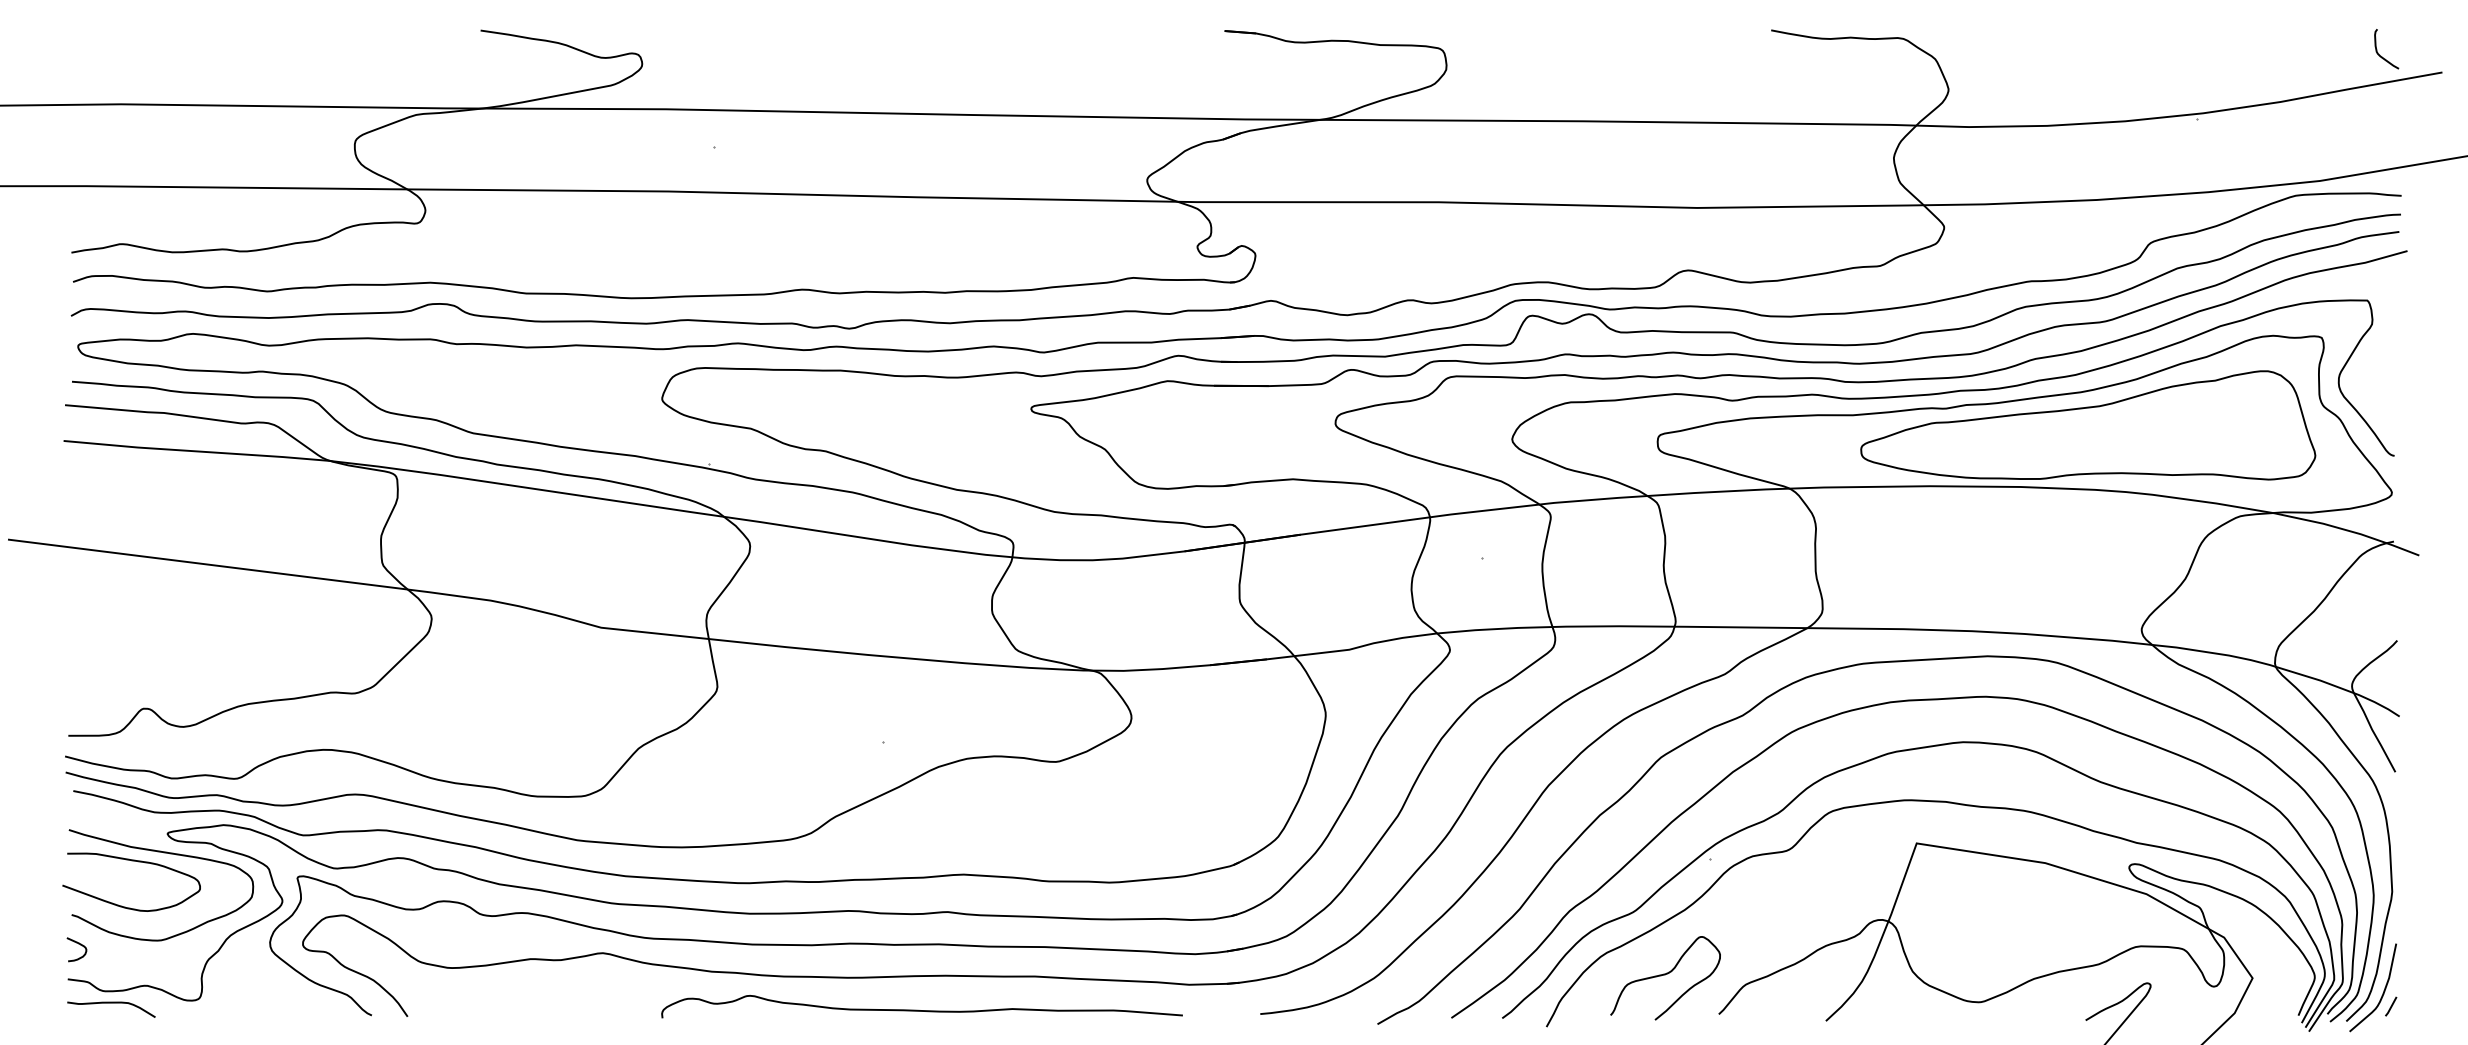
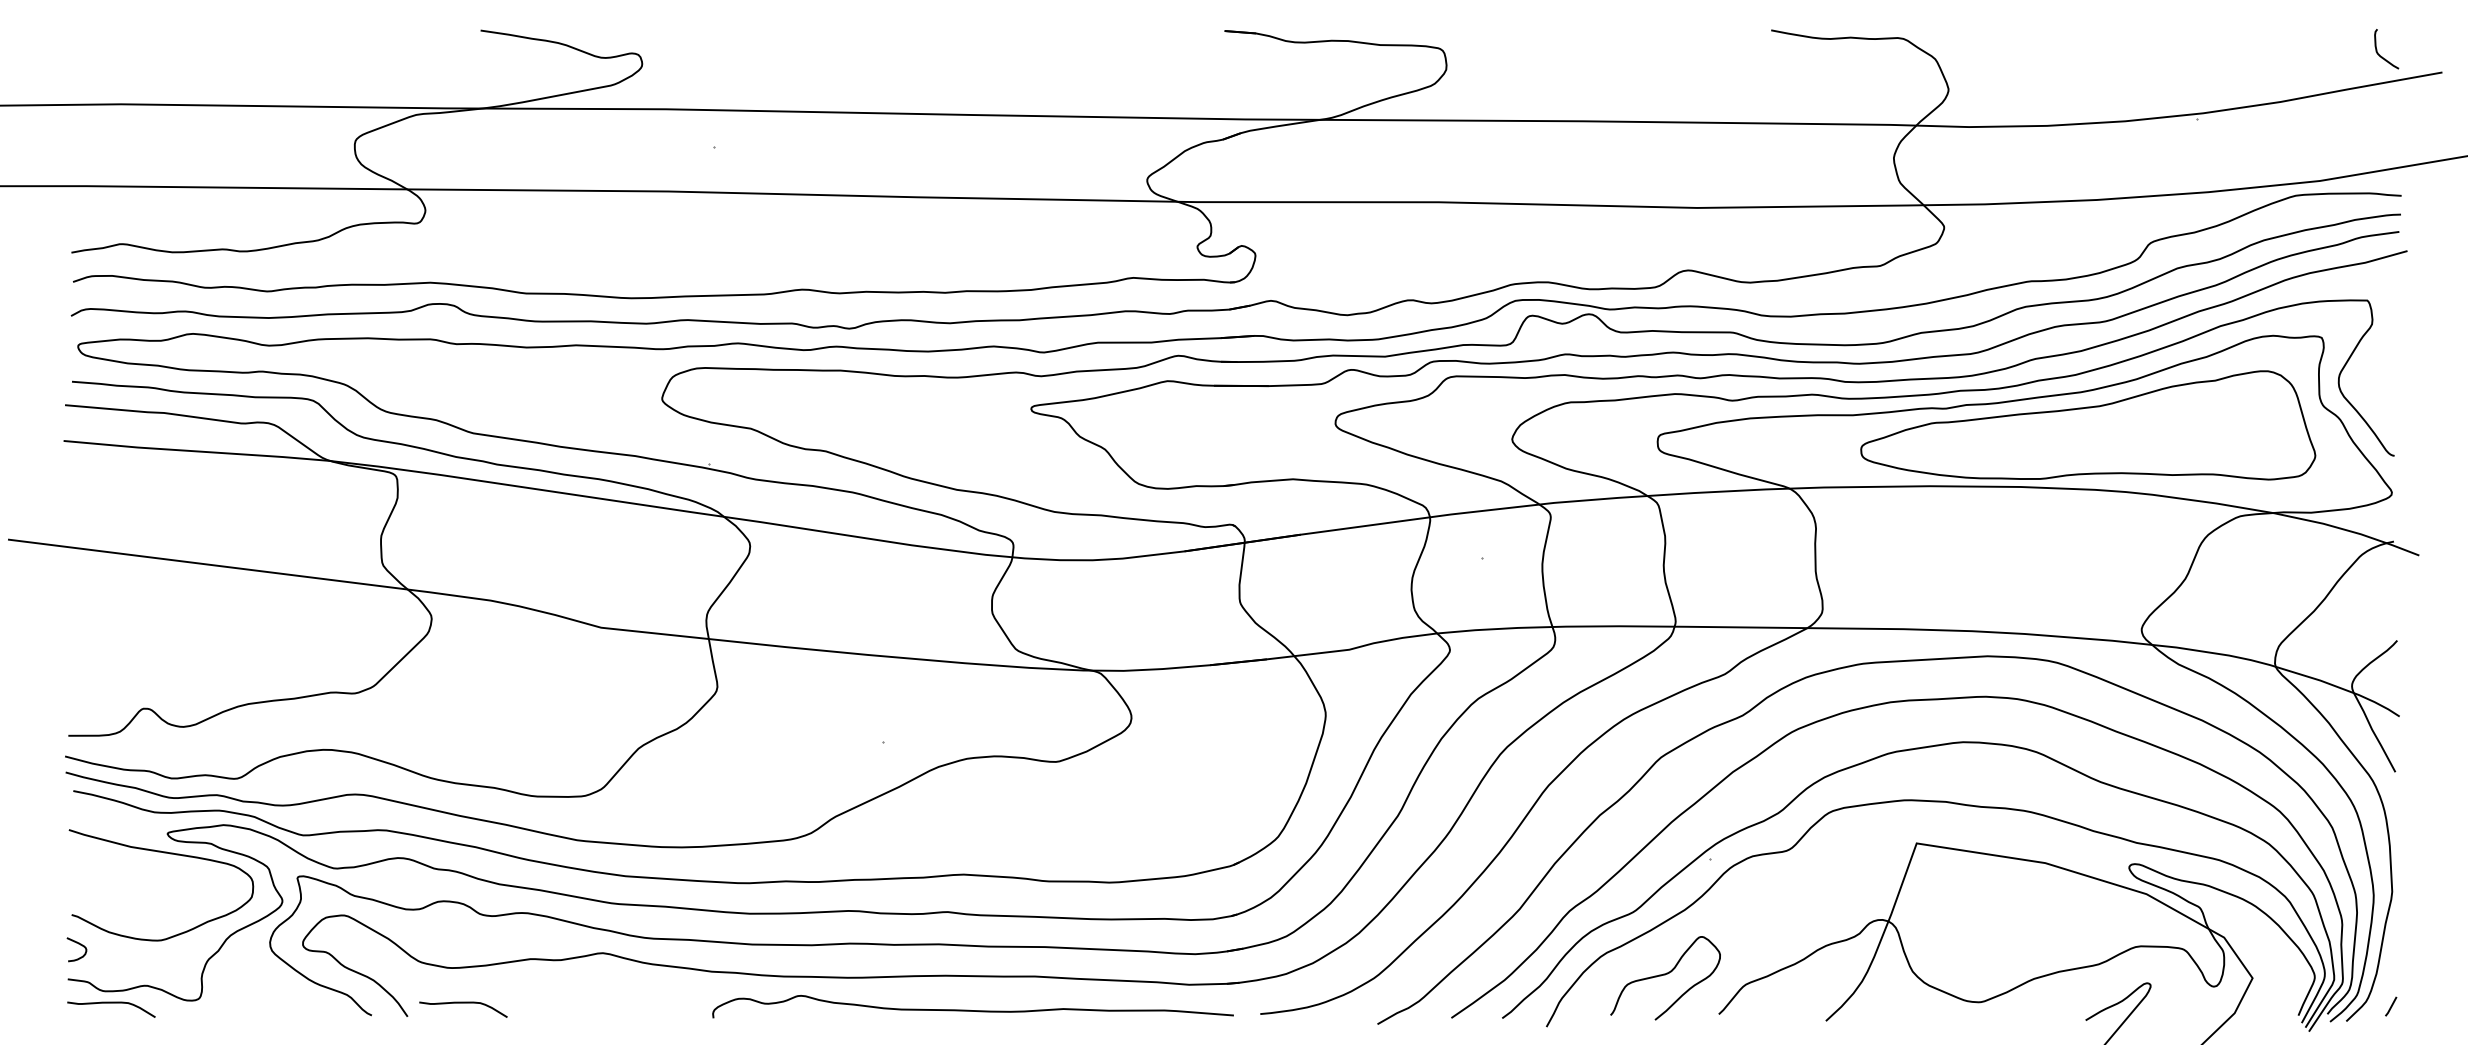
curve at (131, 861): present -> none
curve at (2383, 990): present -> none
curve at (463, 1003): none -> present
curve at (921, 1010) position: (921, 1010) -> (972, 1010)
